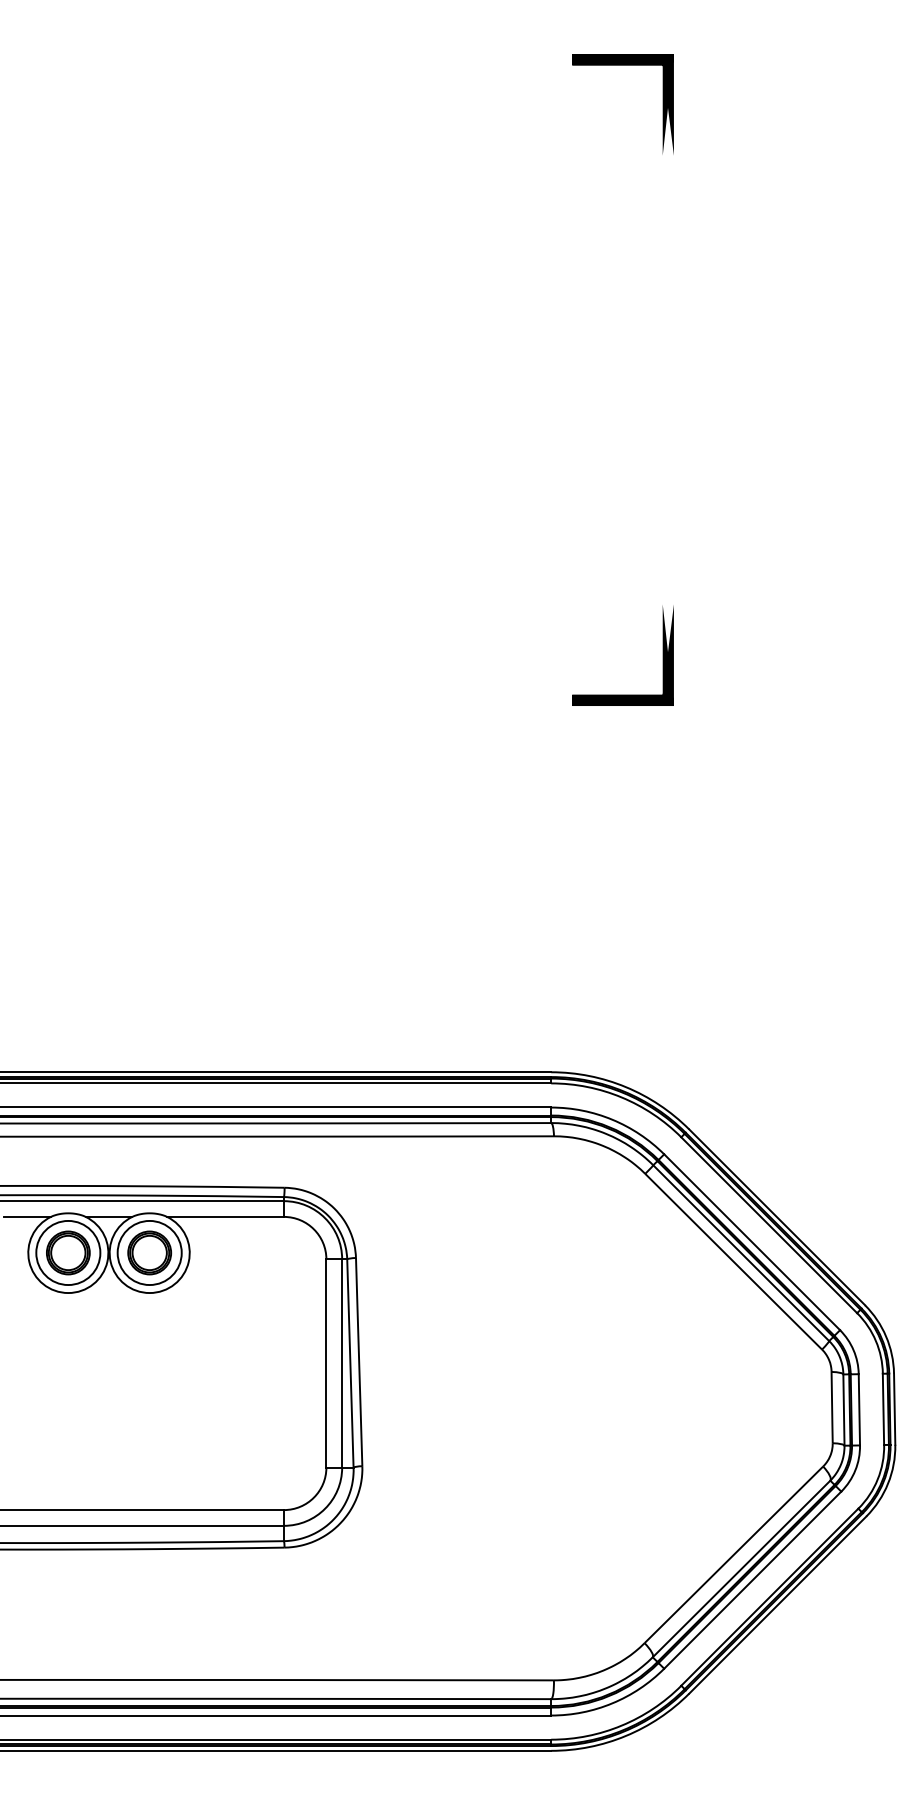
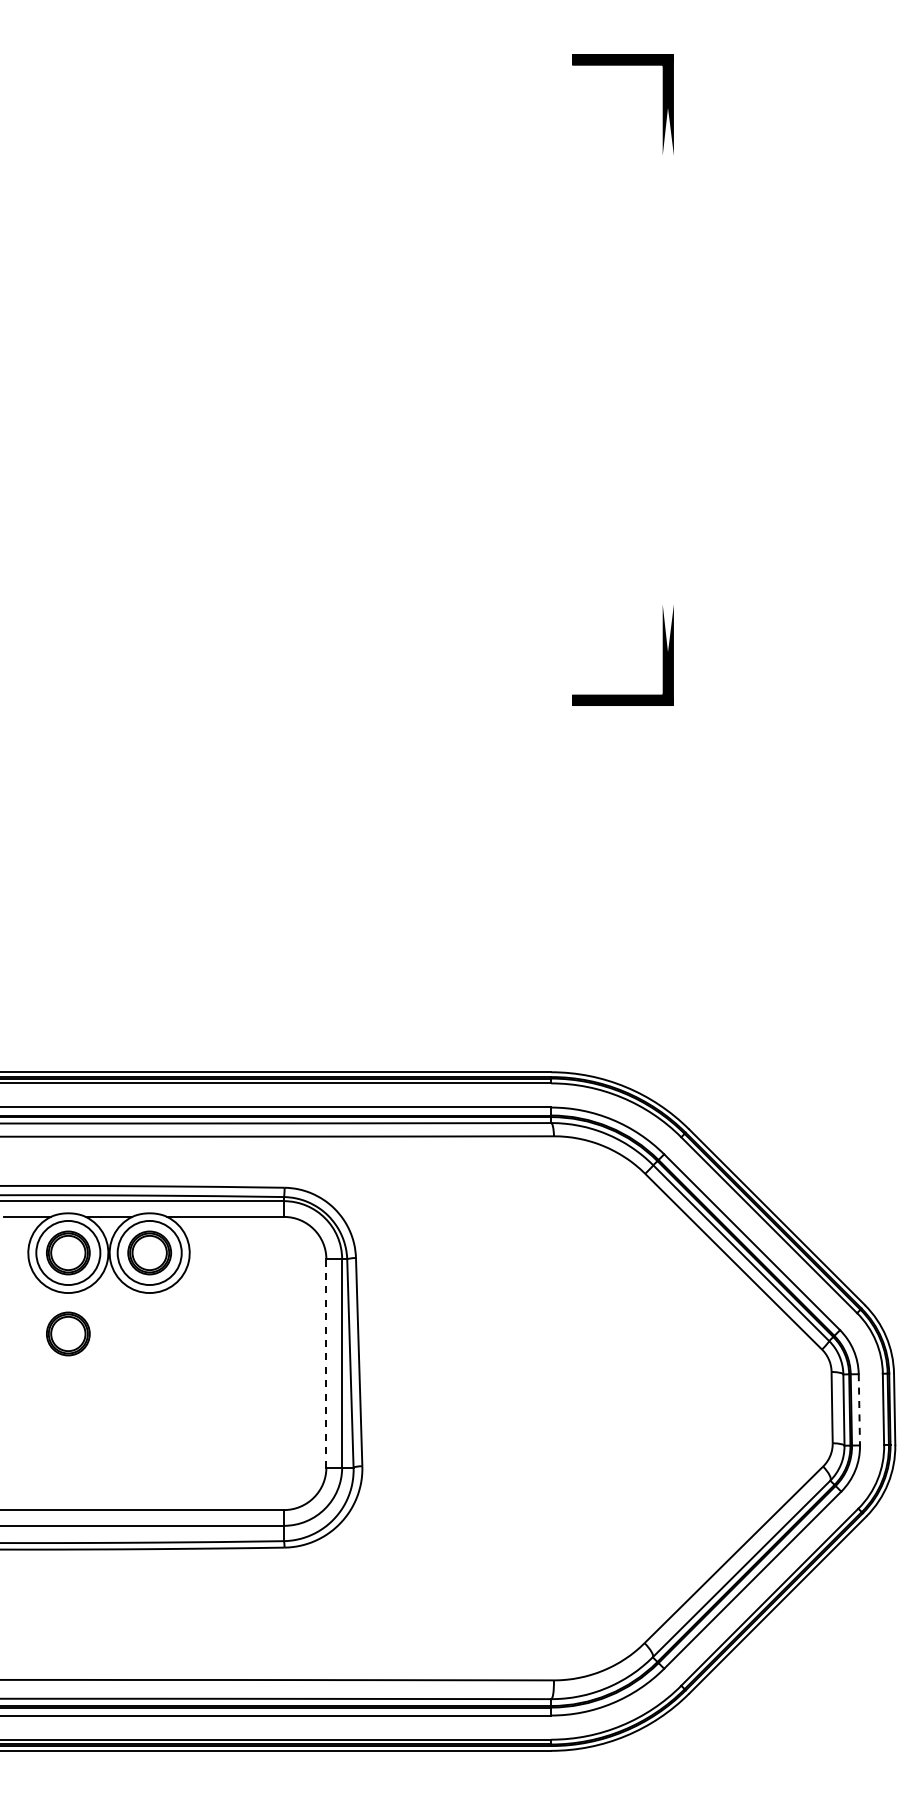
part at (68, 1333): none -> present
line at (326, 1363): solid -> dashed
line at (859, 1409): solid -> dashed
